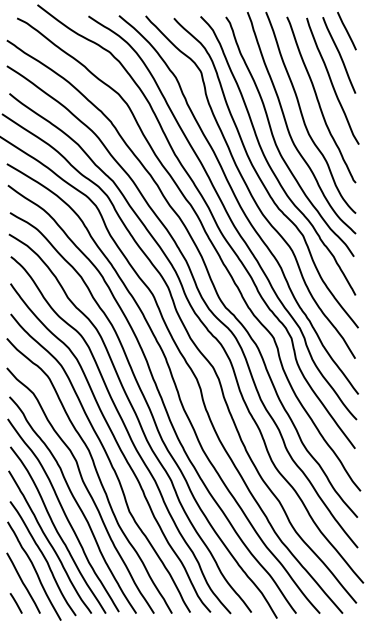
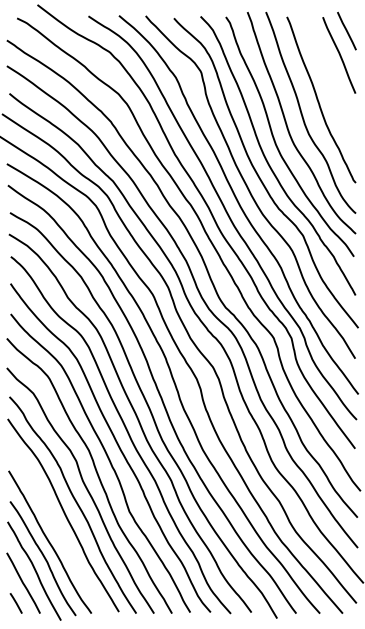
curve at (331, 80): present -> none
curve at (57, 529): present -> none
